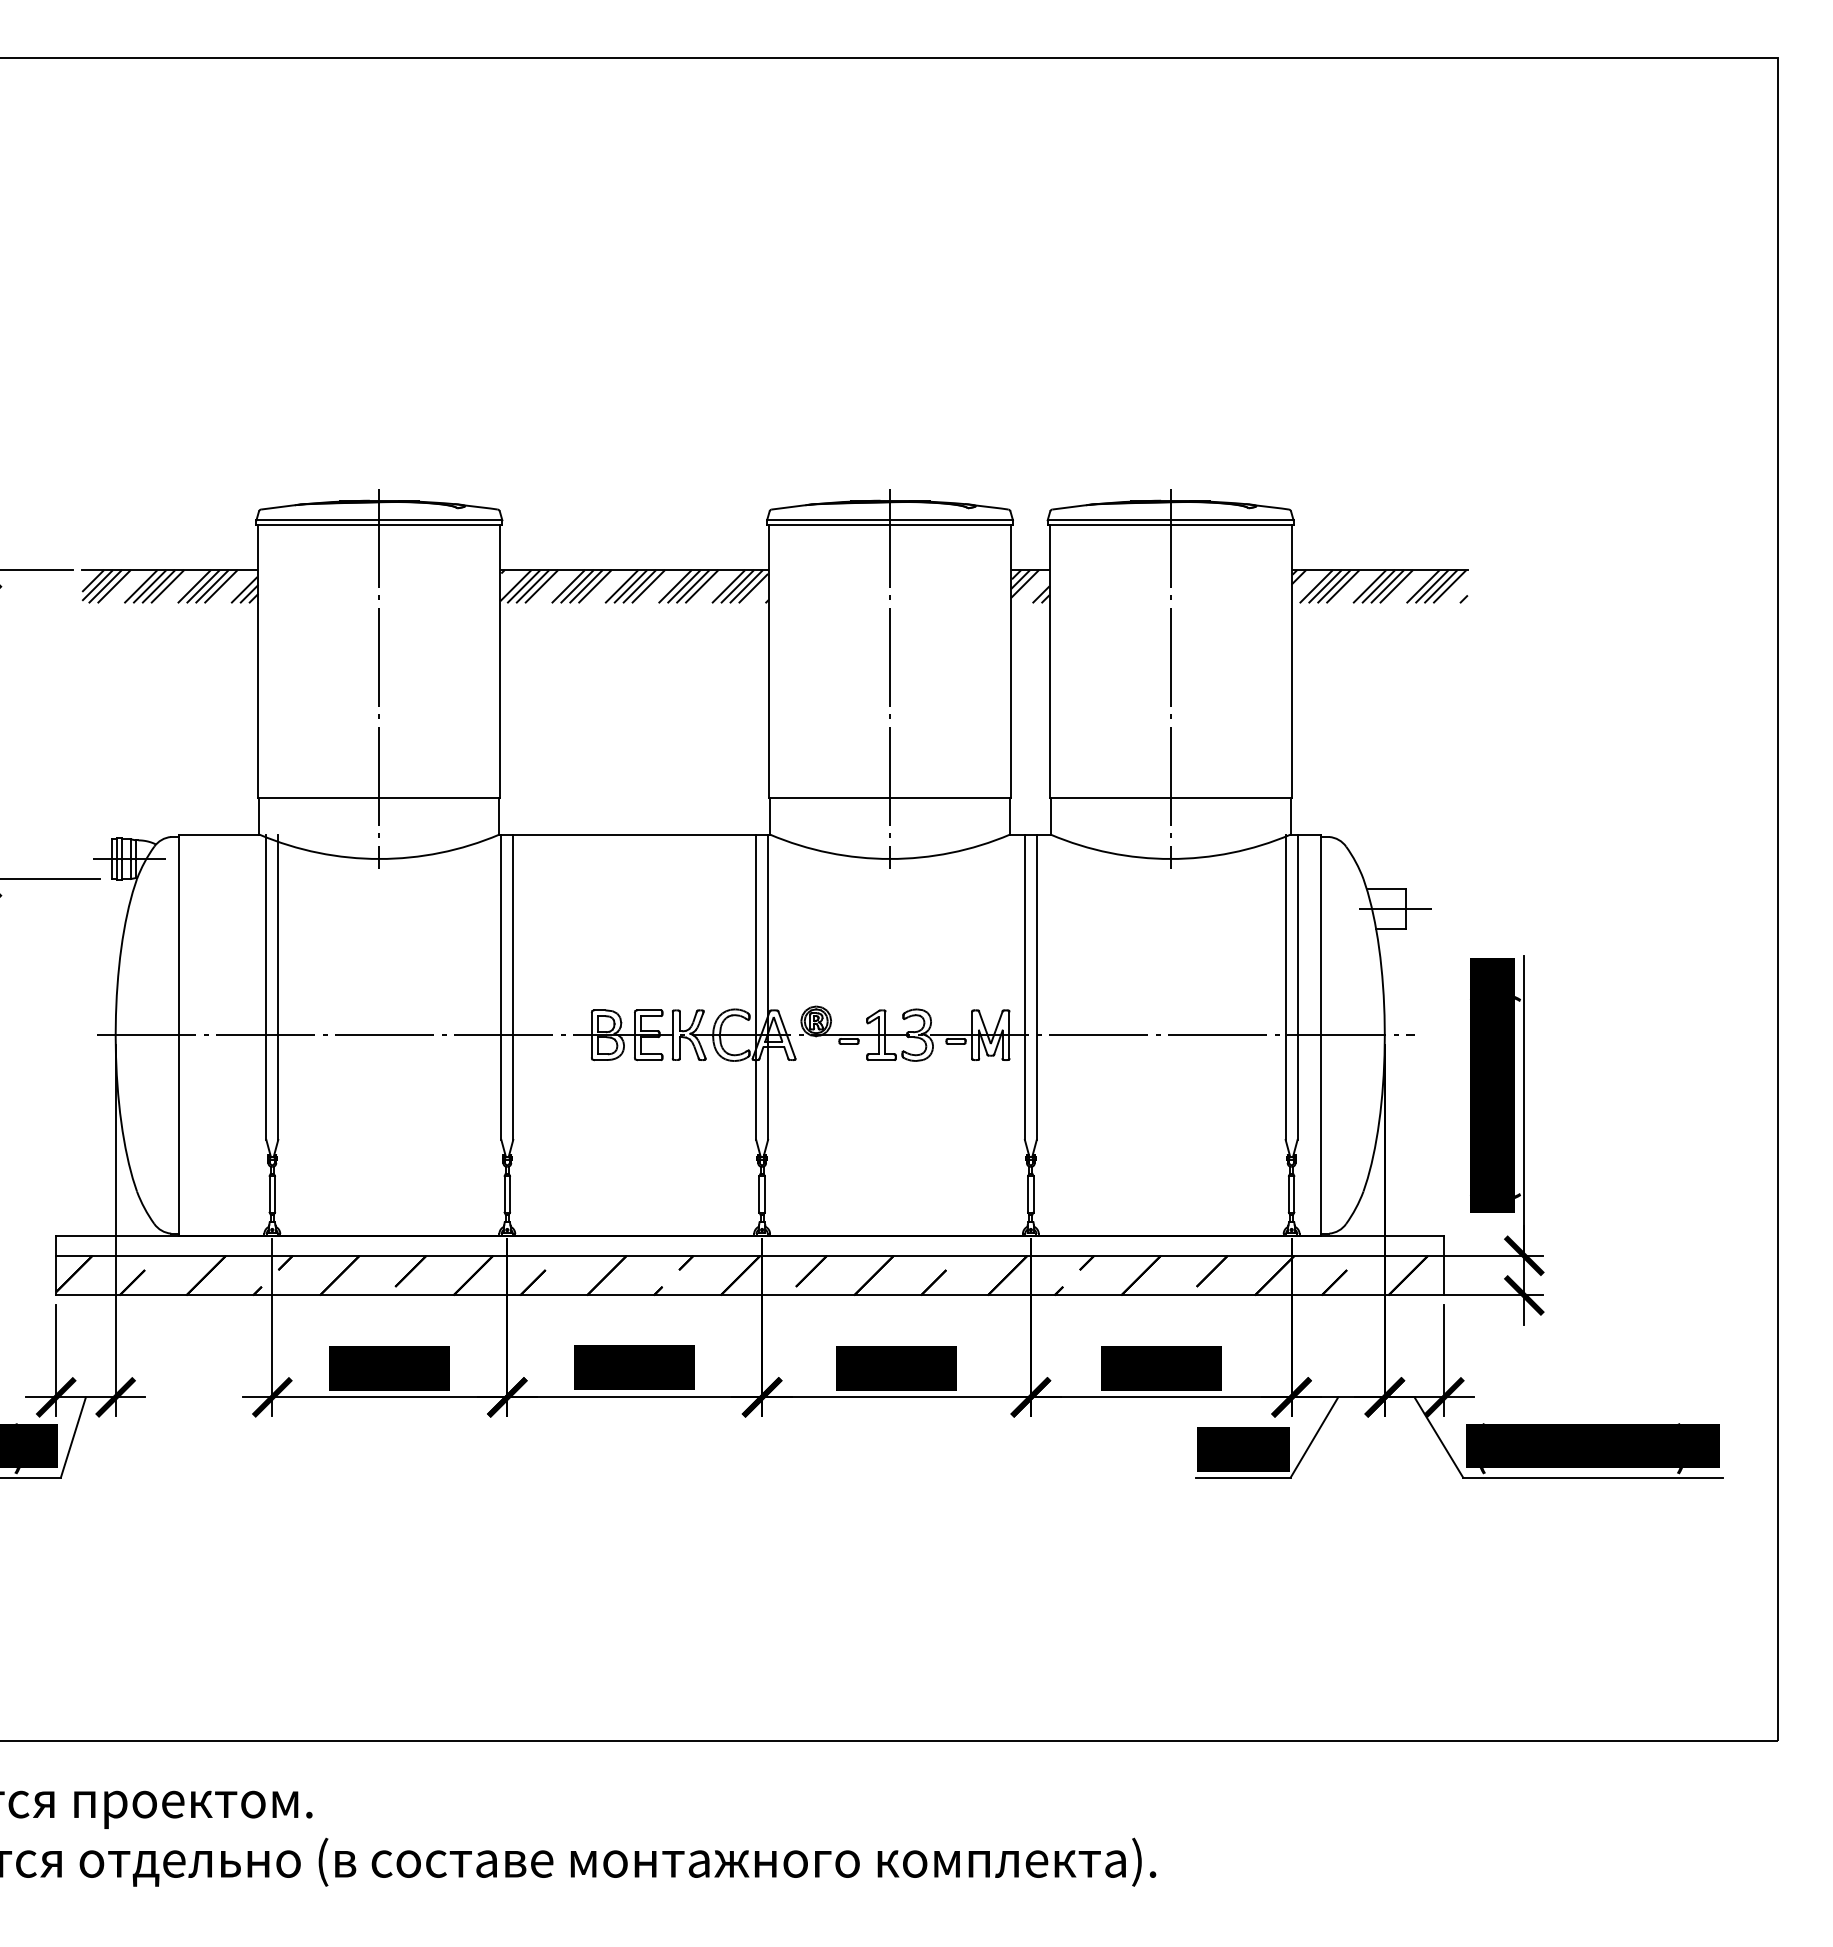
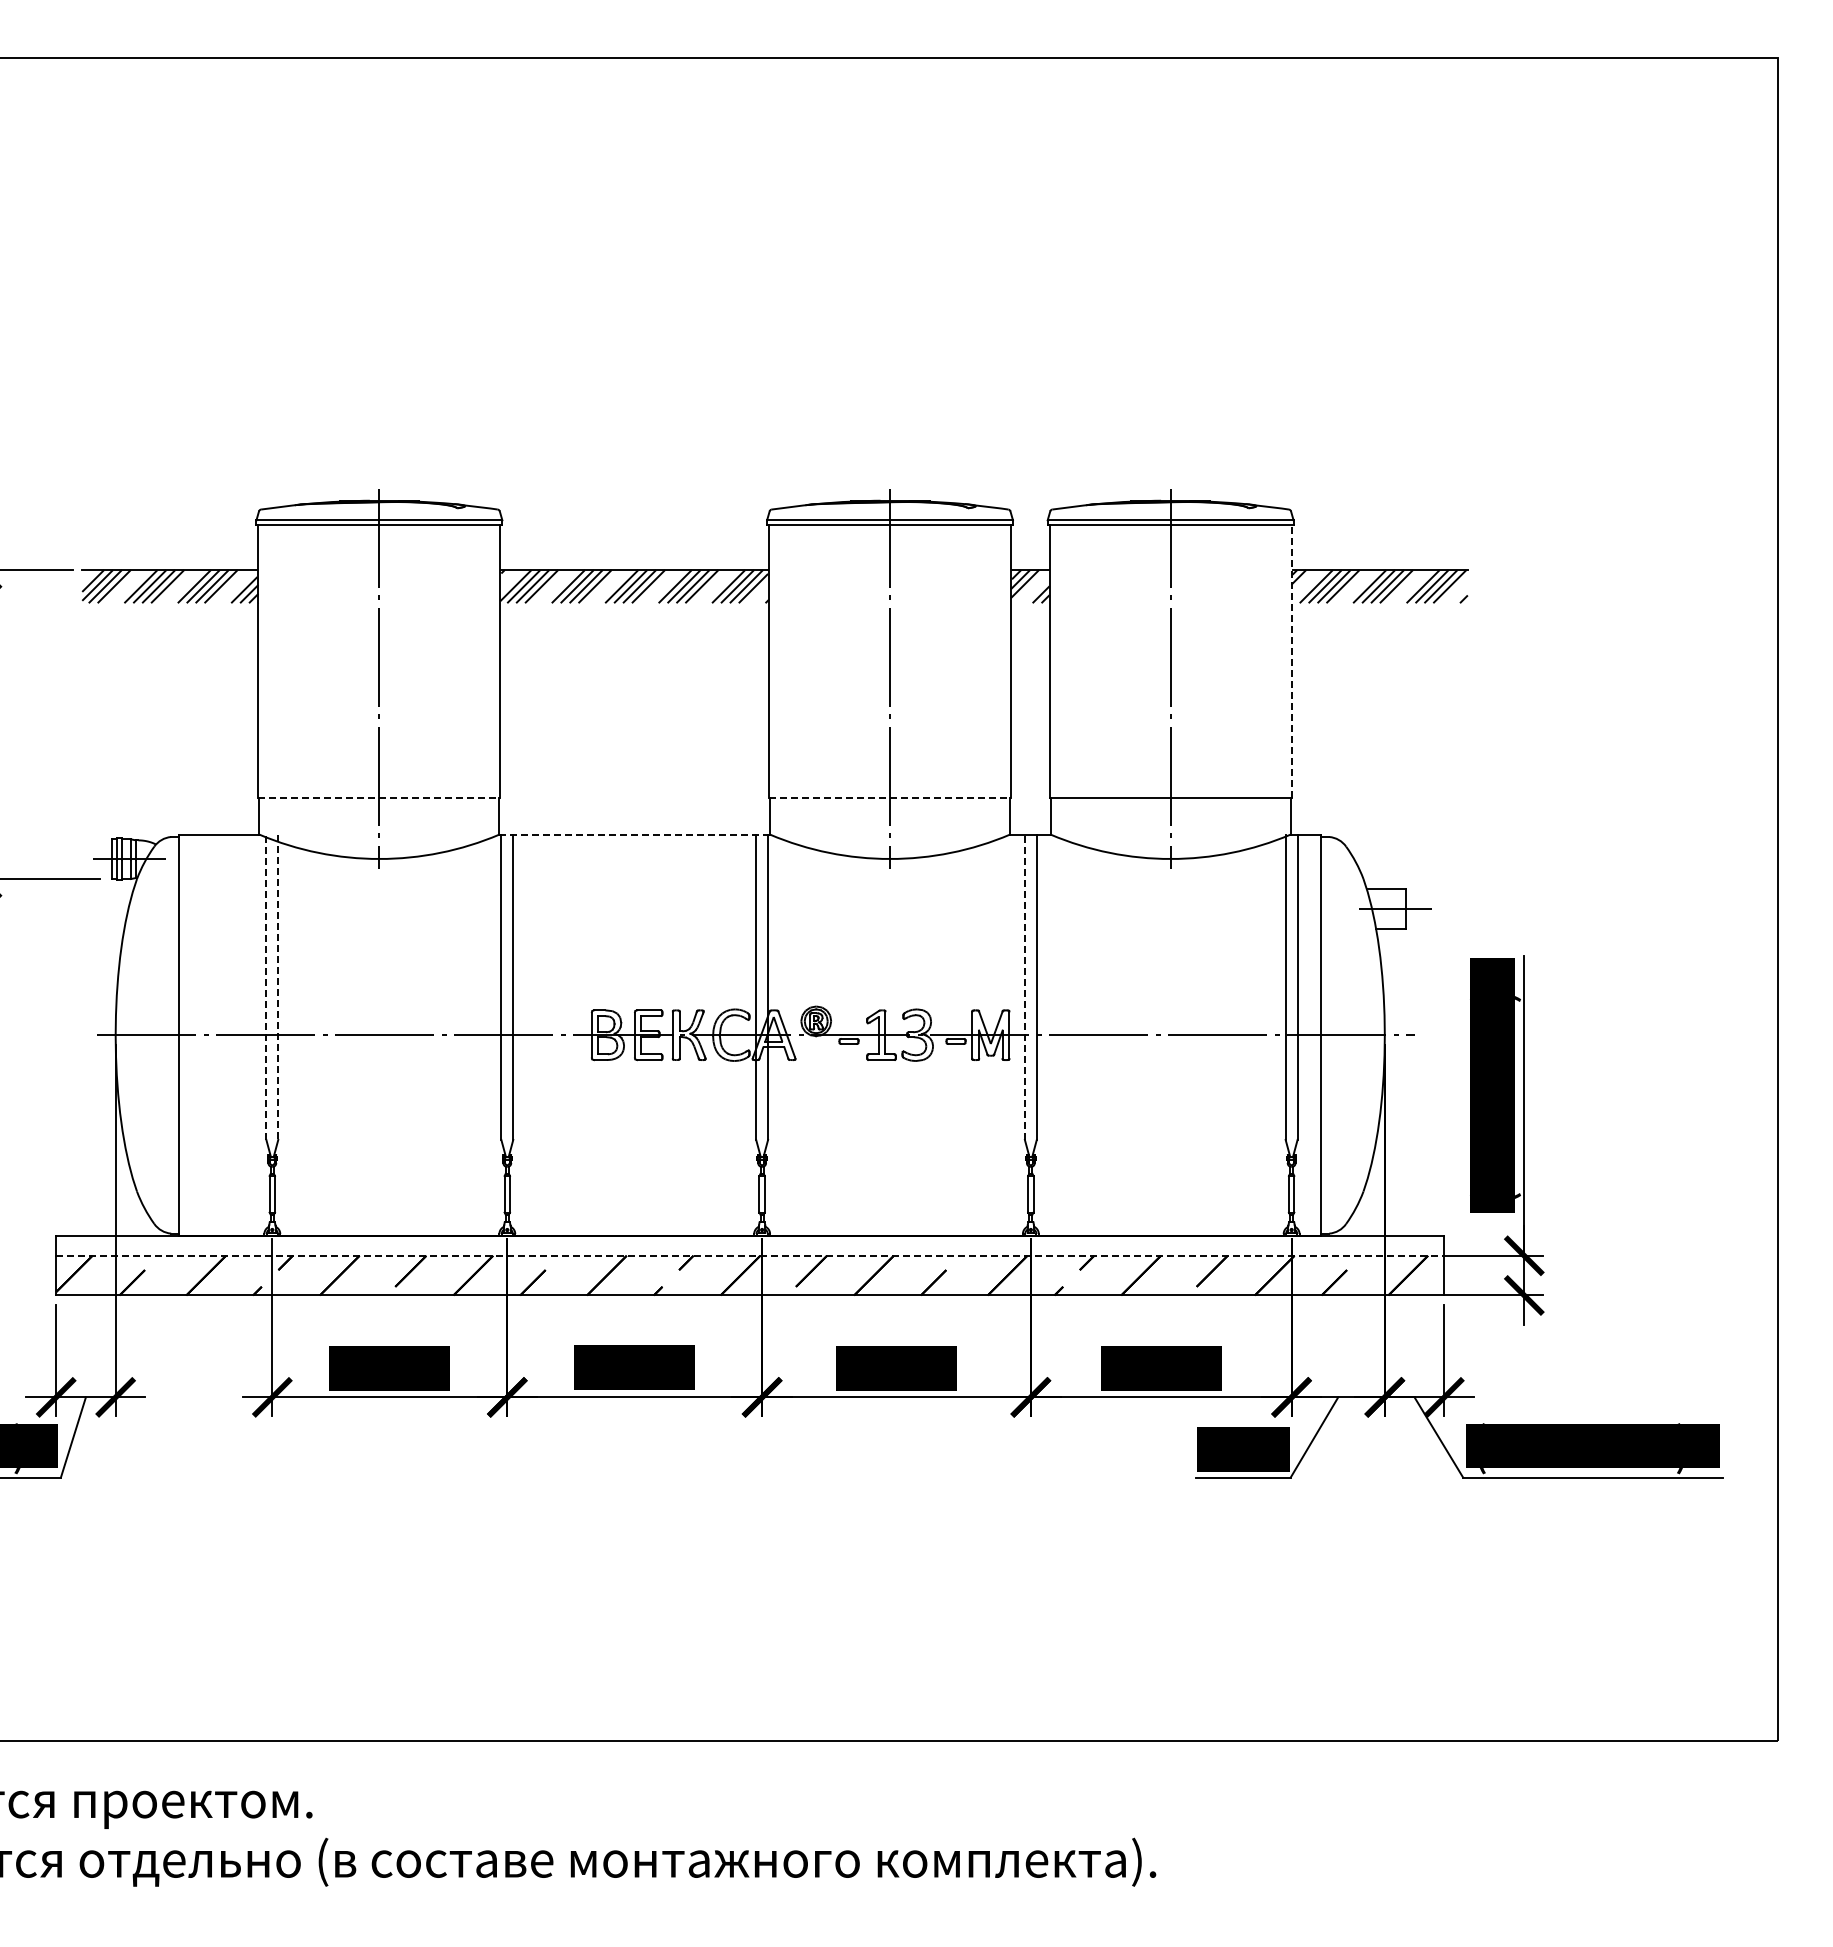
line at (1291, 661): solid -> dashed
line at (379, 798): solid -> dashed
line at (890, 798): solid -> dashed
line at (634, 834): solid -> dashed
line at (266, 987): solid -> dashed
line at (278, 987): solid -> dashed
line at (1024, 987): solid -> dashed
line at (750, 1255): solid -> dashed
